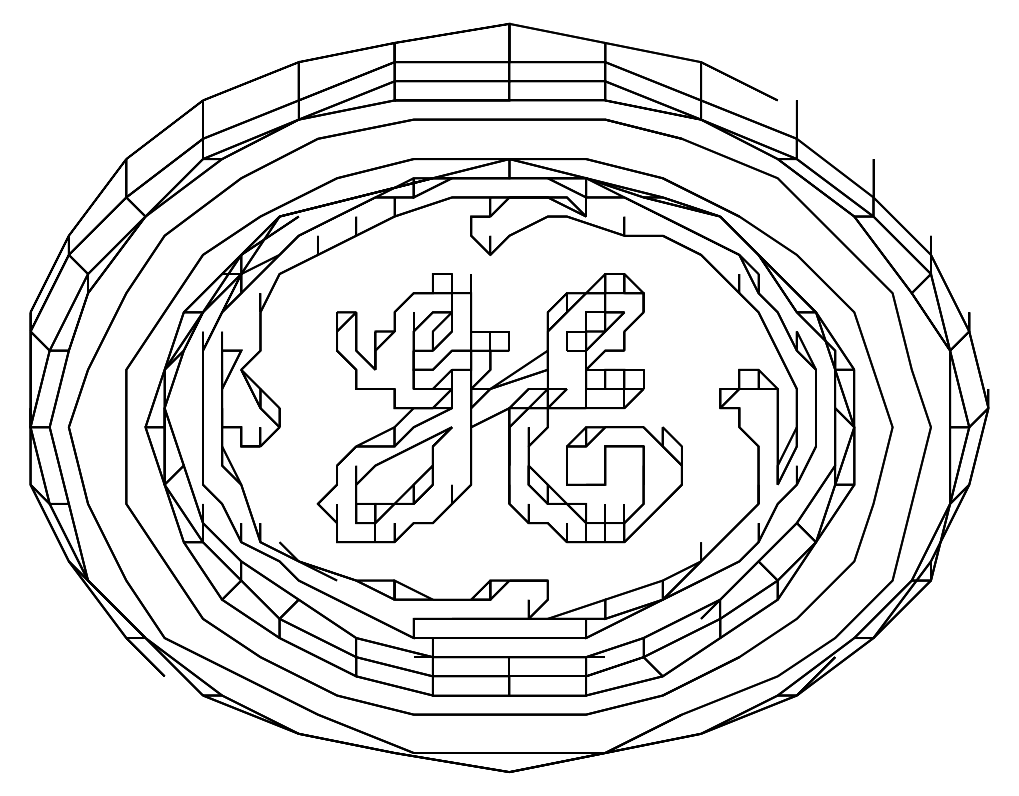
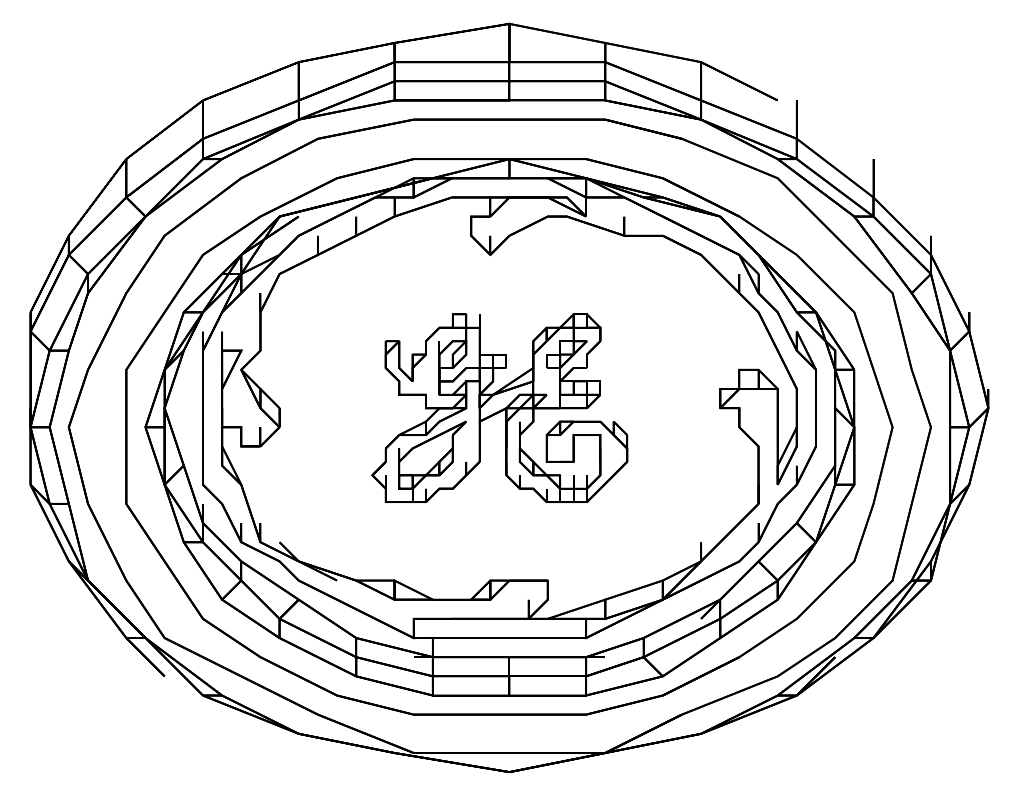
part at (499, 408) size: 367x271 px -> 258x190 px
